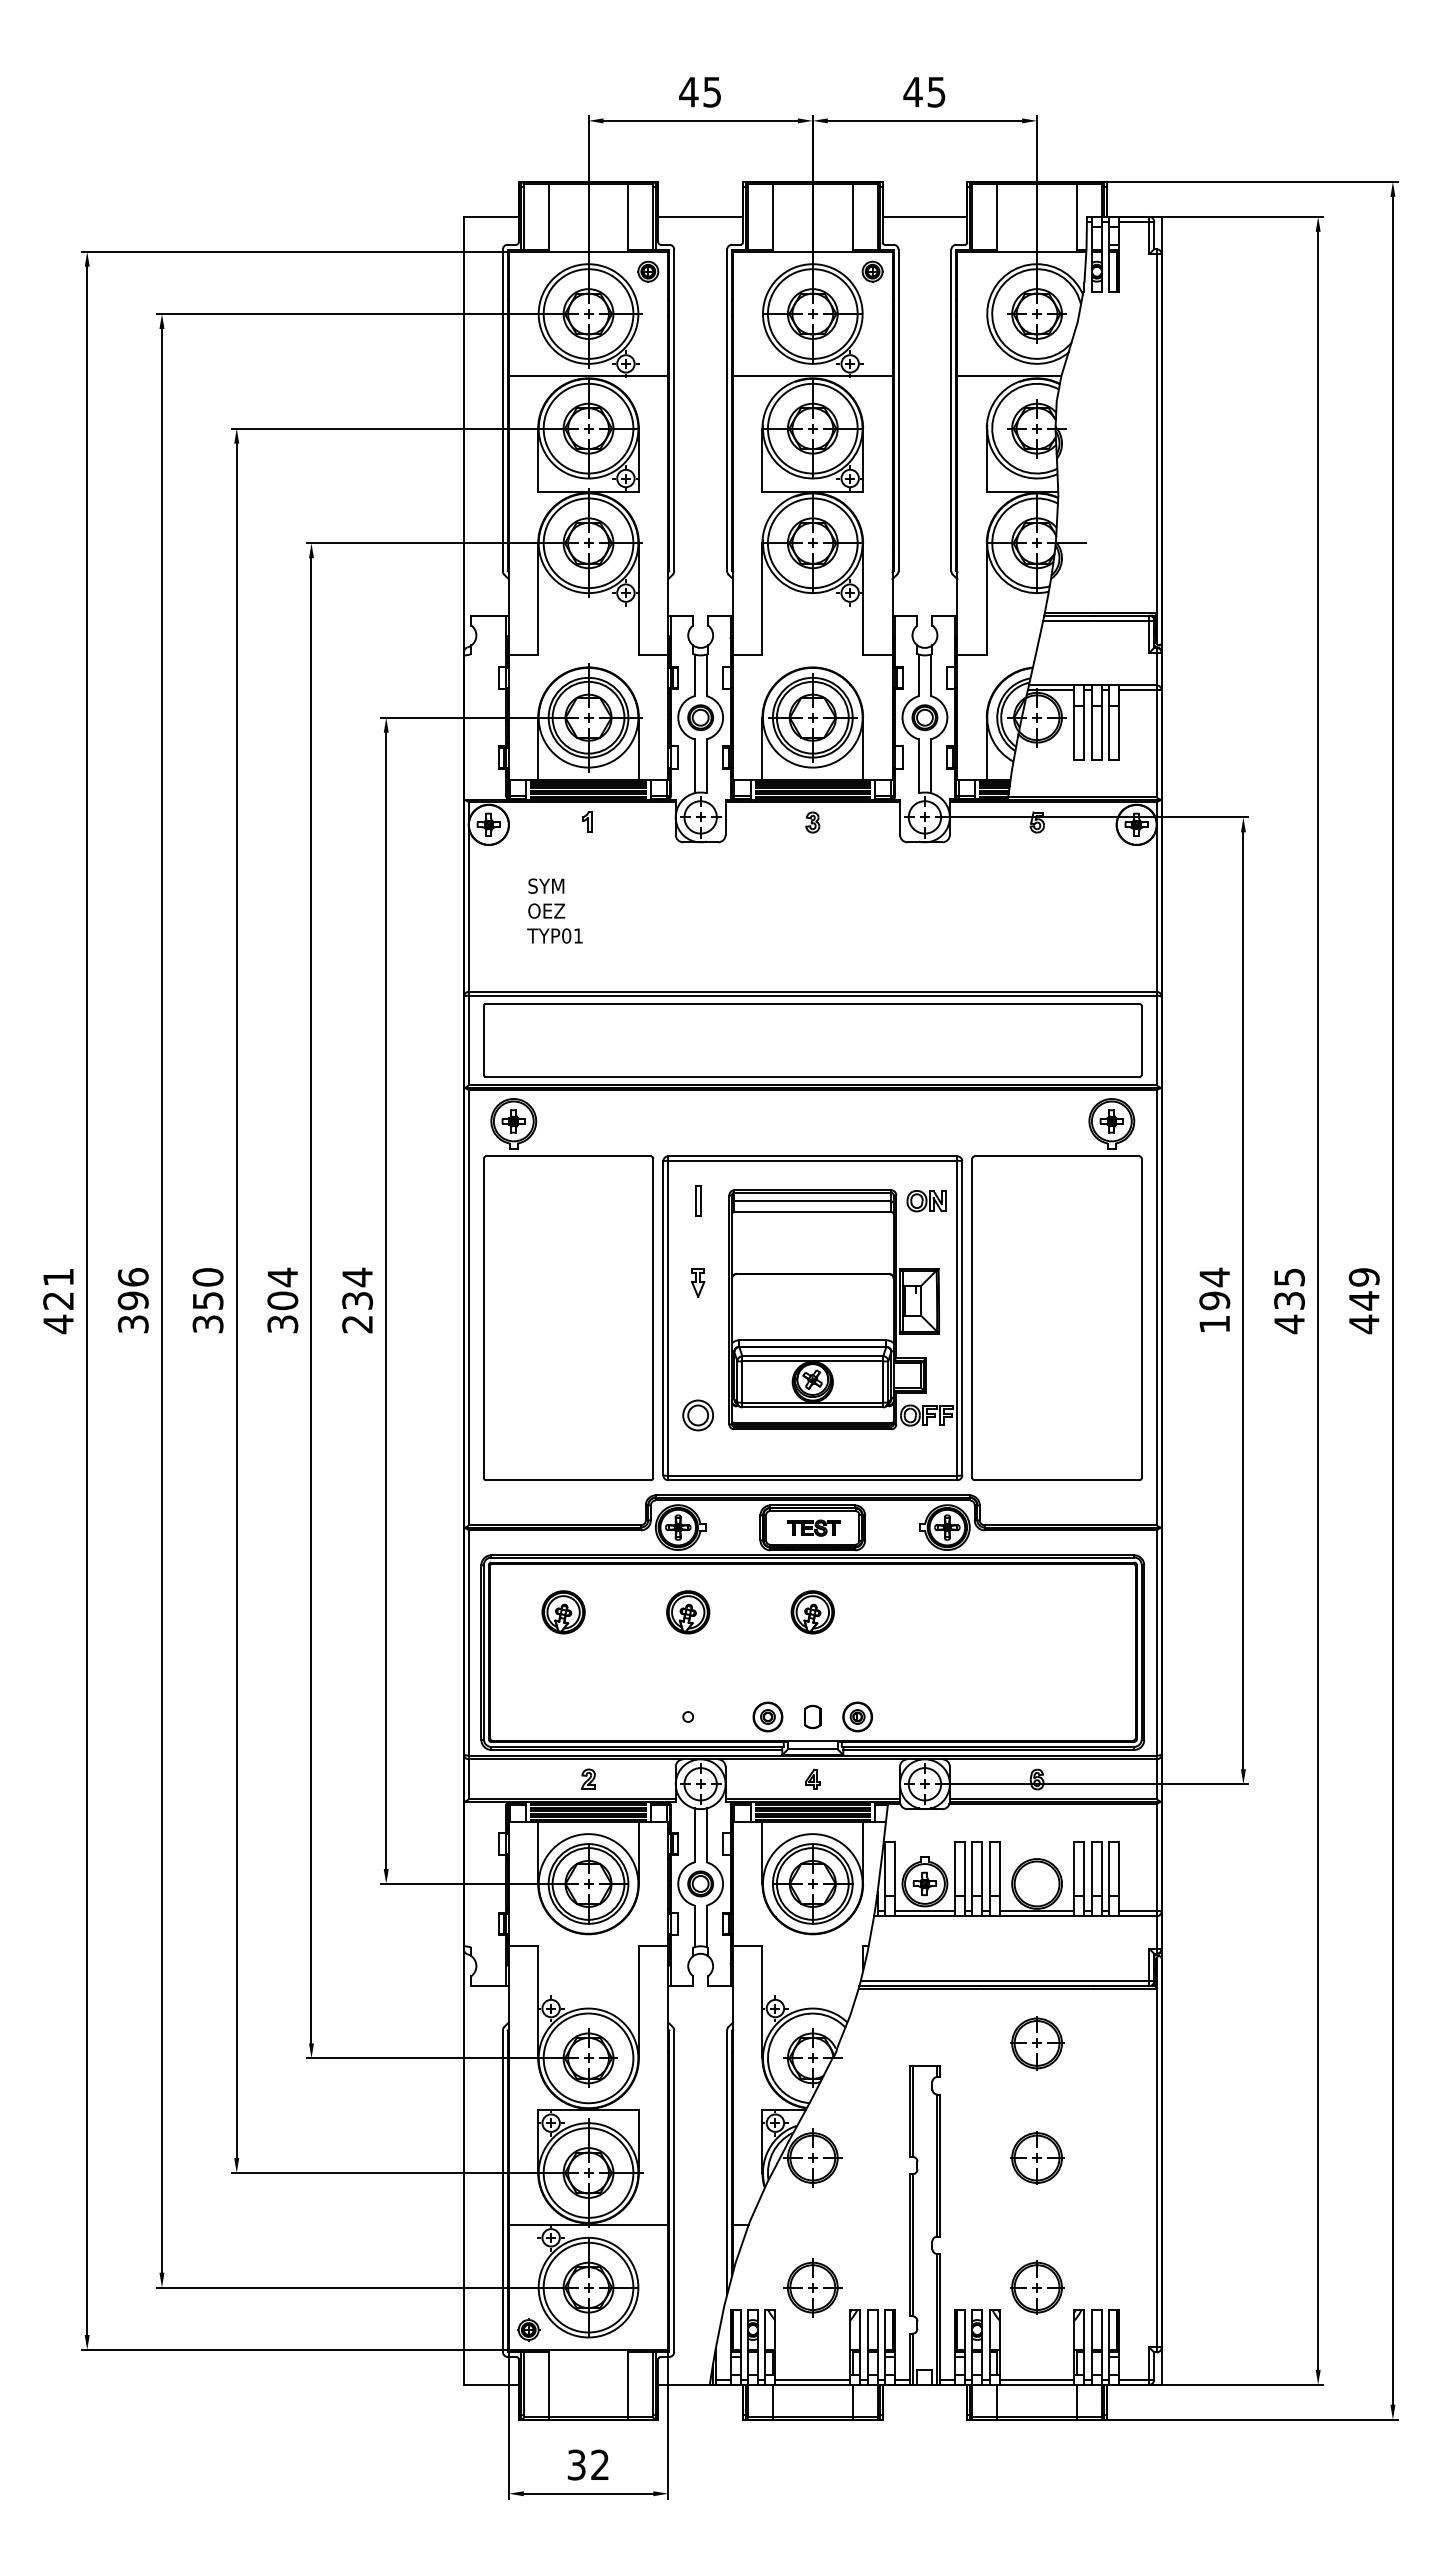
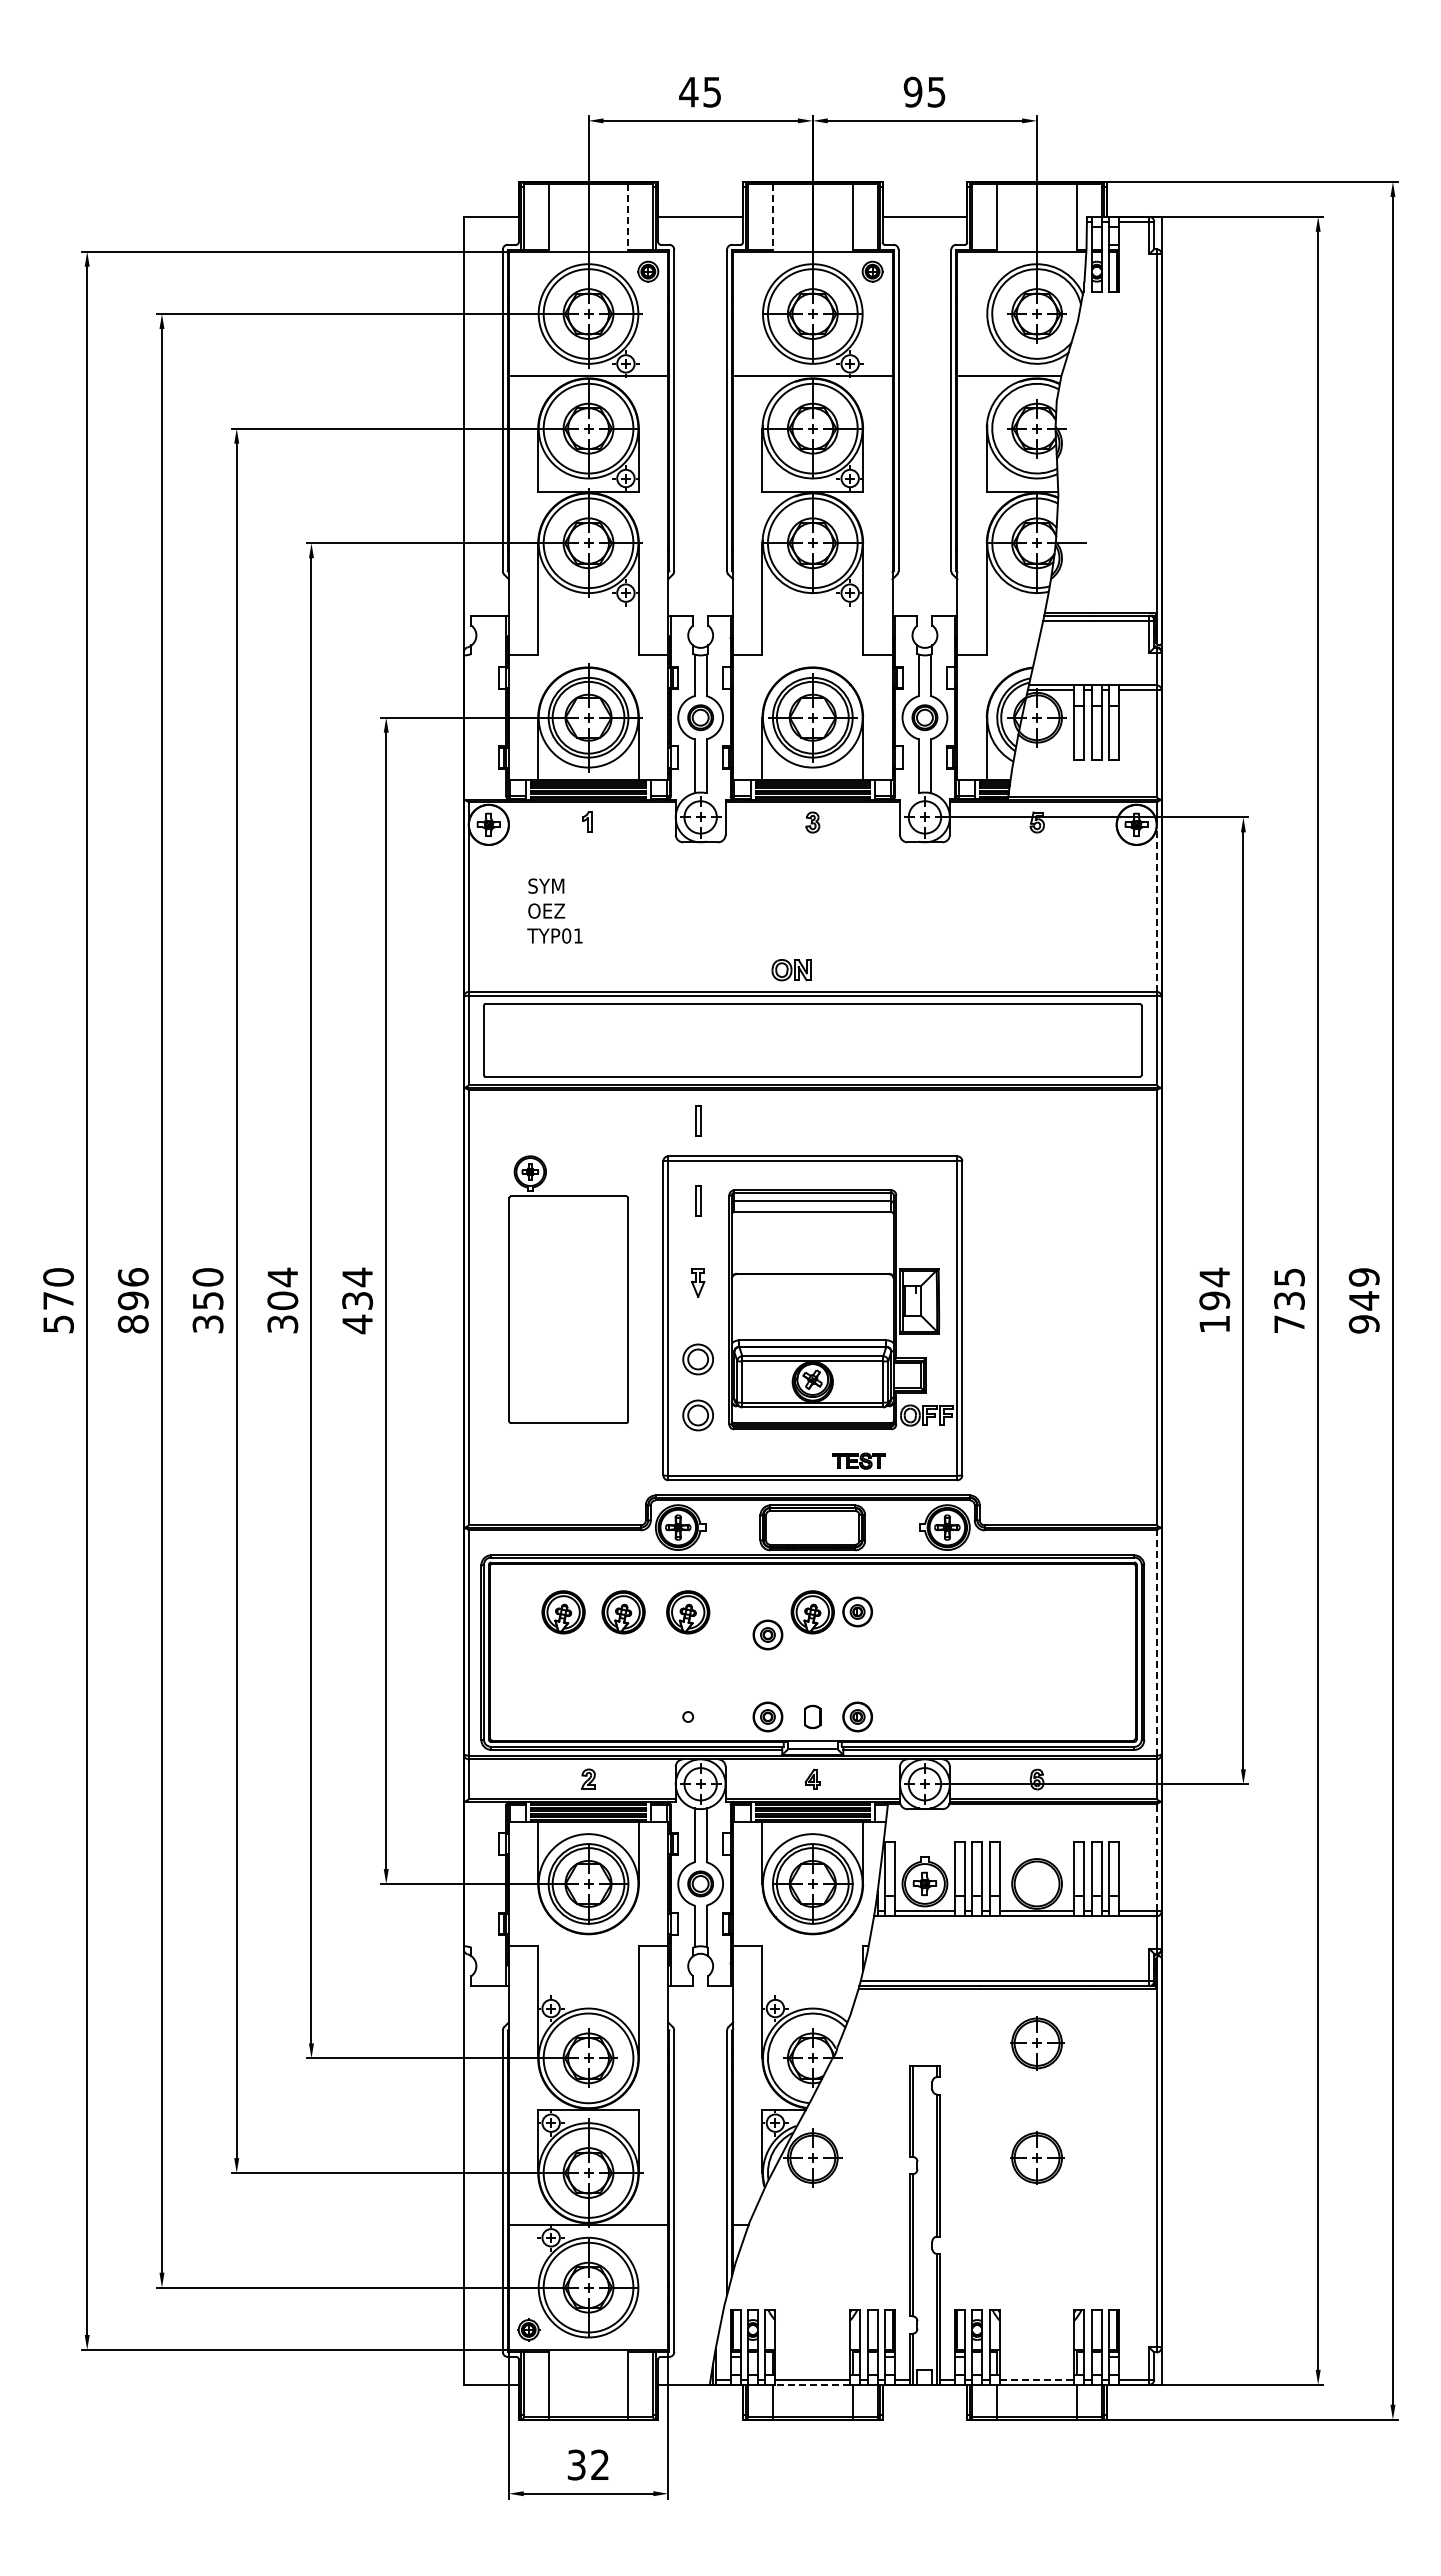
text at (912, 91): 45 -> 95
line at (628, 217): solid -> dashed
line at (772, 217): solid -> dashed
line at (1156, 909): solid -> dashed
part at (698, 1120): none -> present
part at (926, 1201) position: (926, 1201) -> (791, 970)
part at (568, 1289) size: 172x384 px -> 121x269 px
part at (1056, 1289): present -> none
text at (58, 1301): 421 -> 570
text at (133, 1324): 396 -> 896
text at (357, 1324): 234 -> 434
text at (1289, 1324): 435 -> 735
text at (1363, 1324): 449 -> 949
part at (697, 1359): none -> present
part at (813, 1527) position: (813, 1527) -> (858, 1460)
part at (857, 1611): none -> present
part at (623, 1612): none -> present
part at (767, 1634): none -> present
line at (1156, 1642): solid -> dashed
line at (1156, 1857): solid -> dashed
part at (812, 2287): present -> none
part at (1037, 2287): present -> none
line at (1037, 2379): solid -> dashed
line at (812, 2384): solid -> dashed
